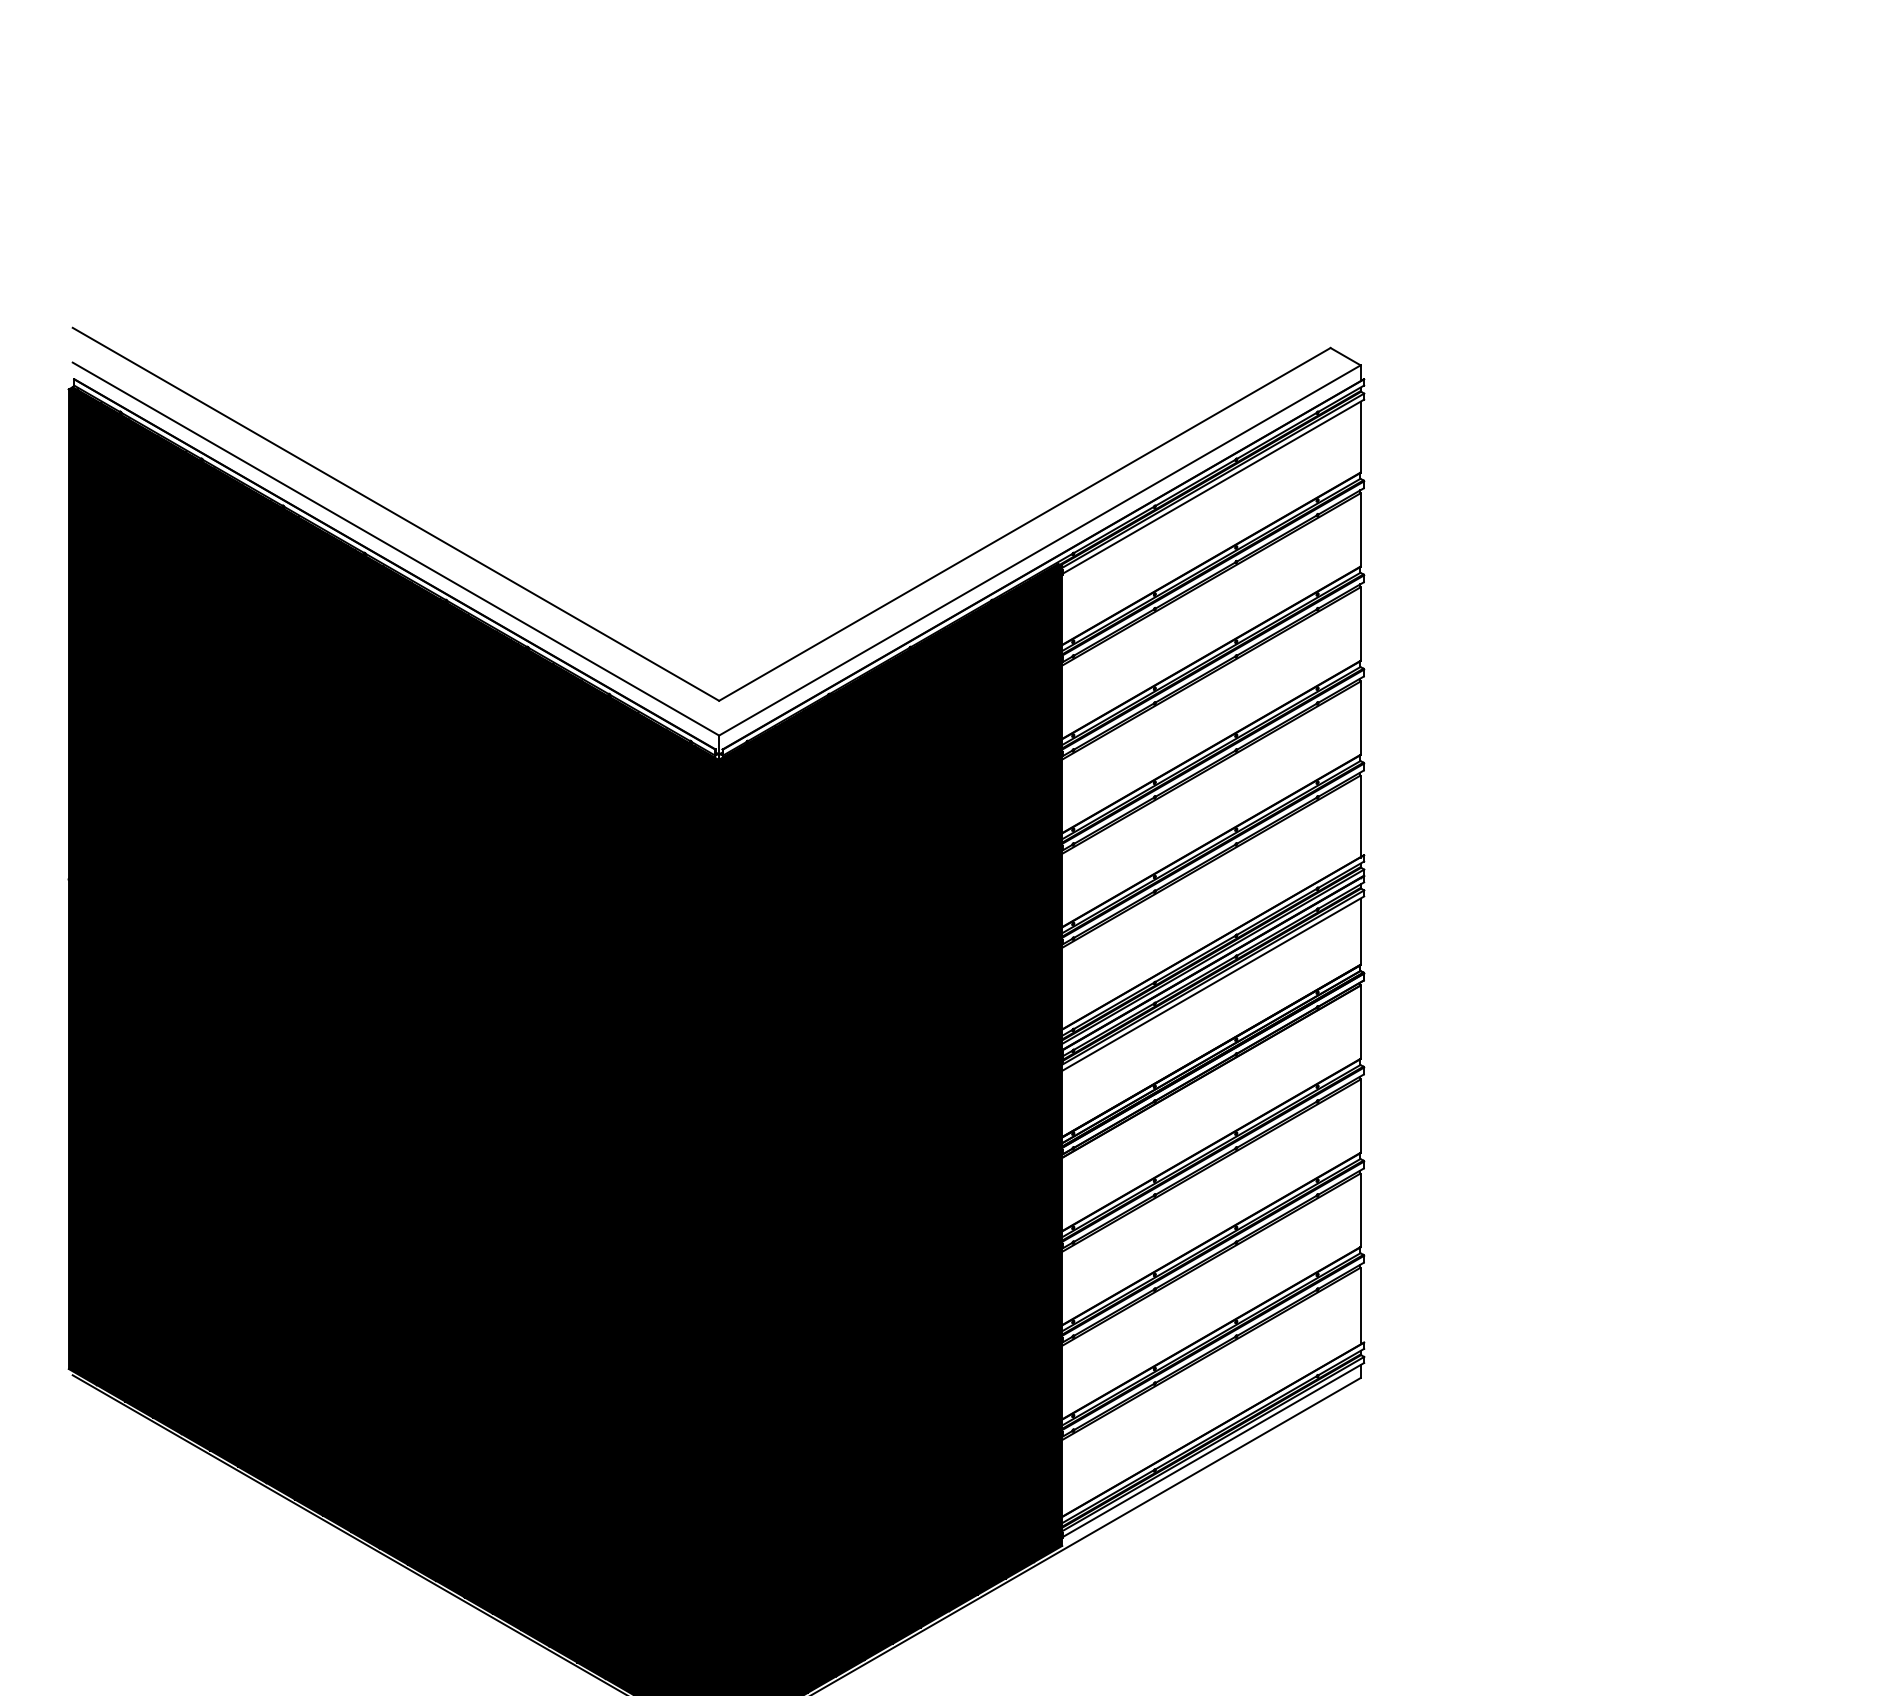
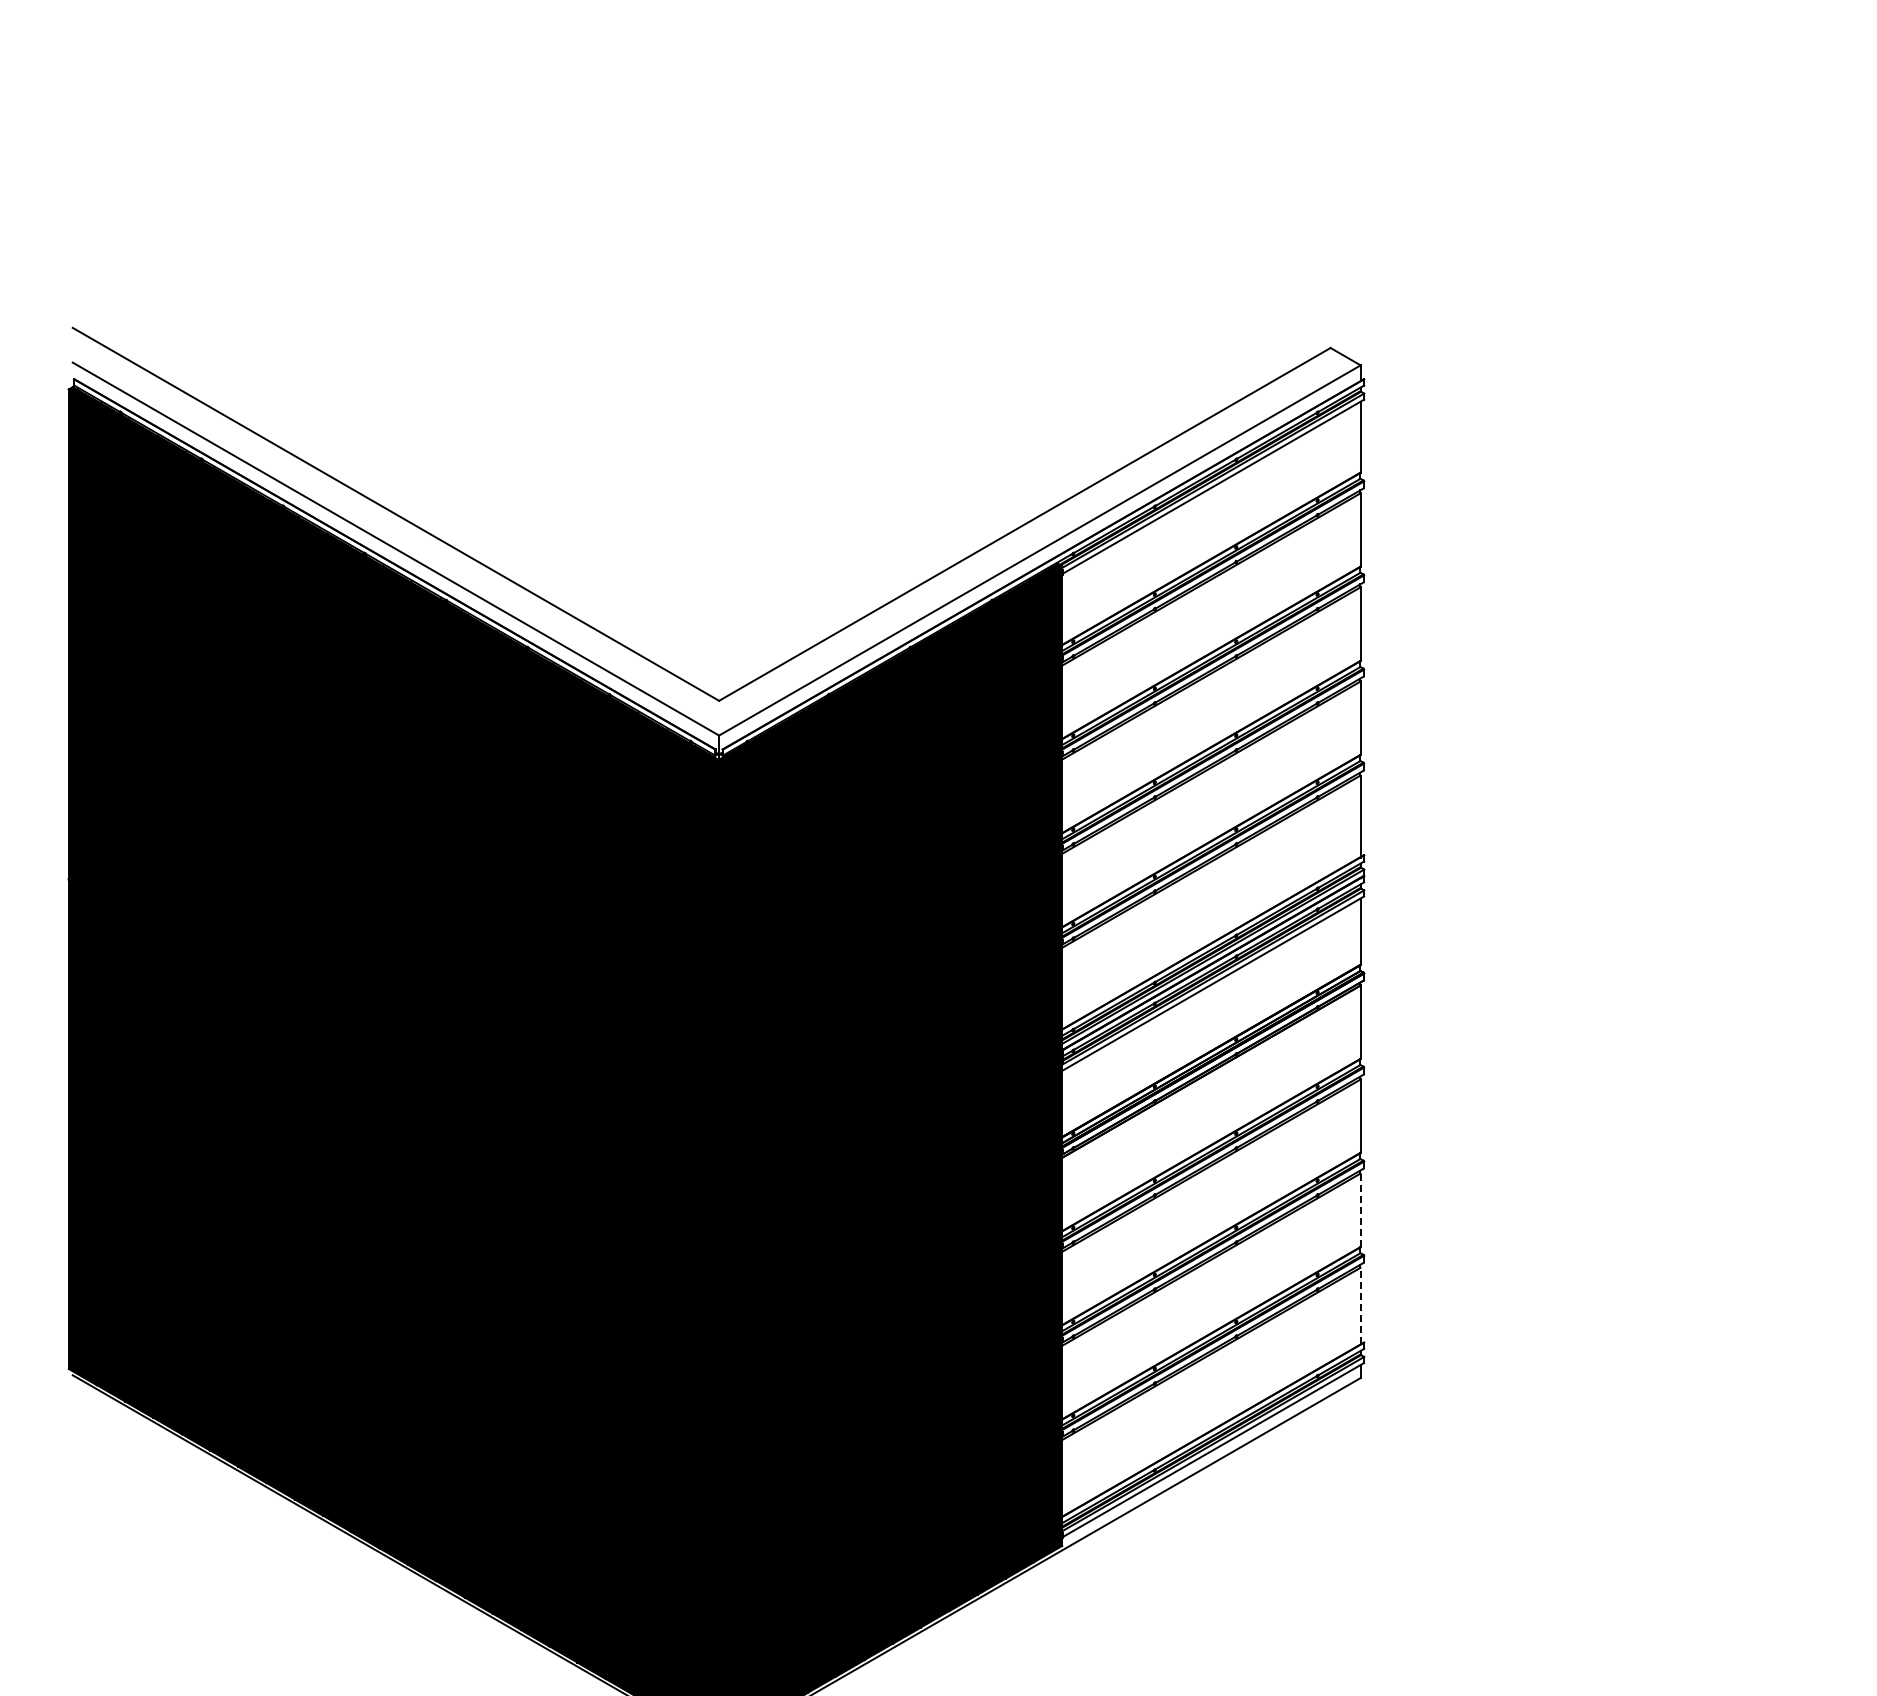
line at (1360, 1210): solid -> dashed
line at (1360, 1305): solid -> dashed
